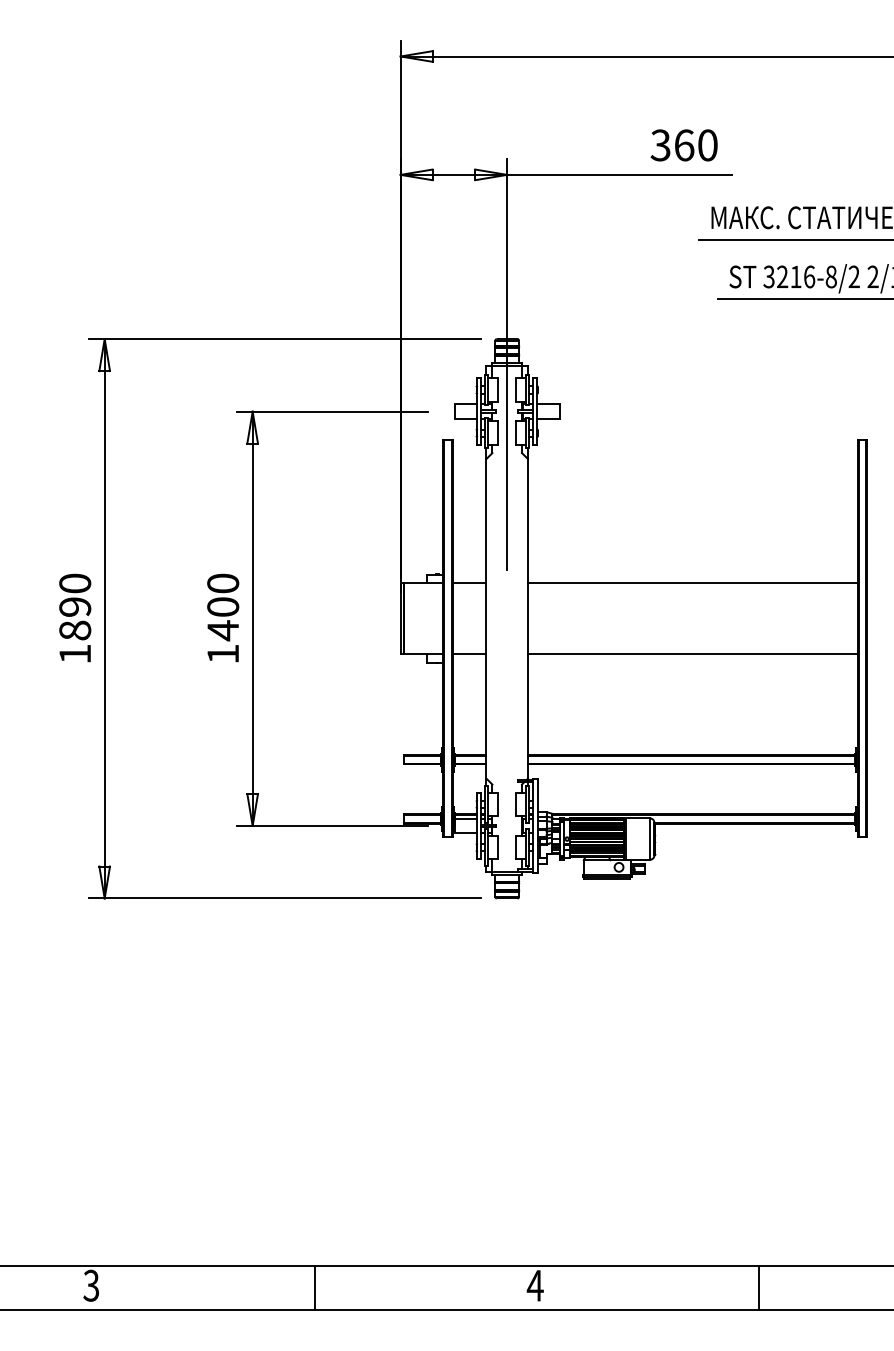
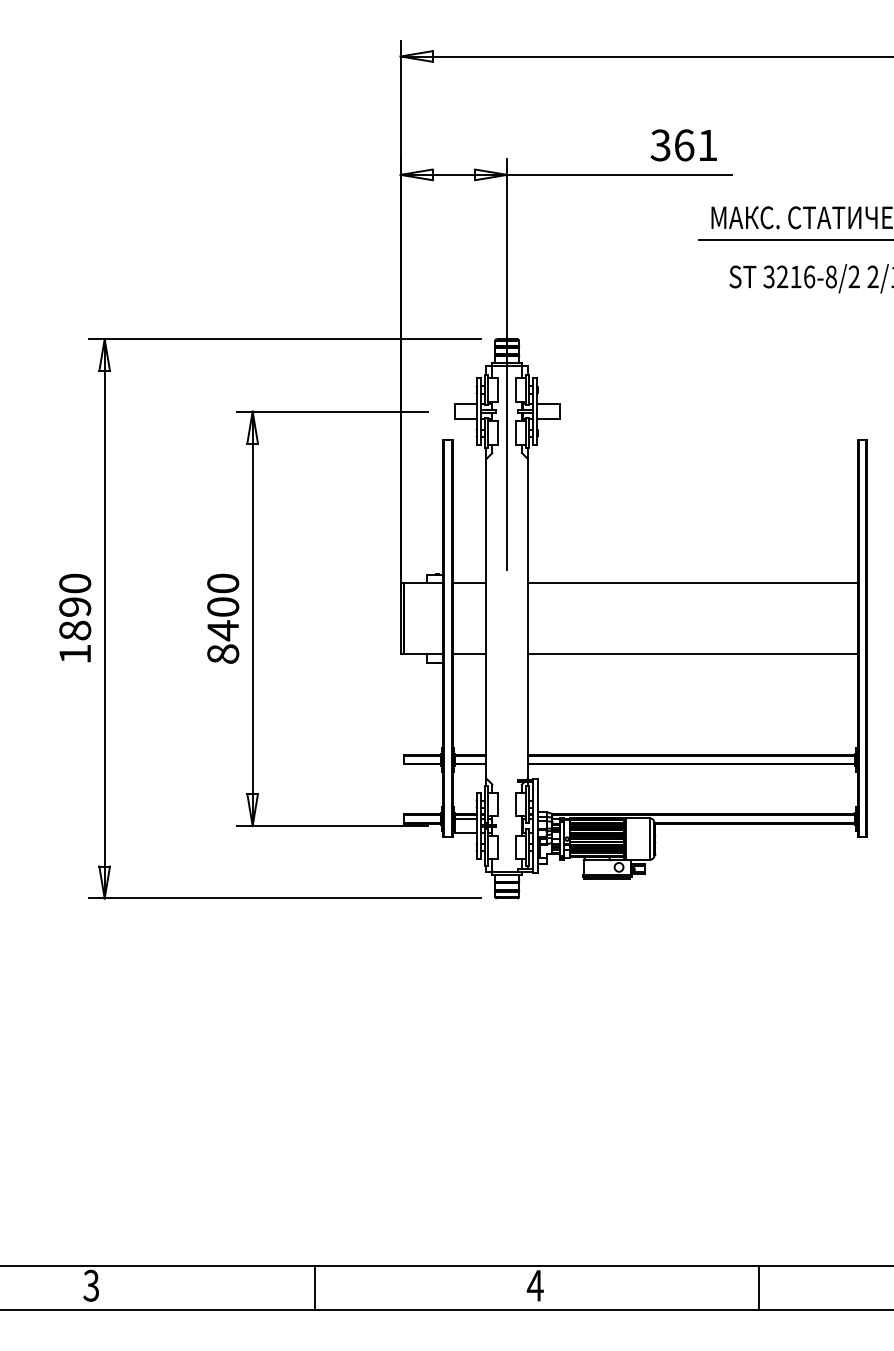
text at (707, 145): 360 -> 361
line at (804, 299): present -> none
text at (223, 653): 1400 -> 8400
